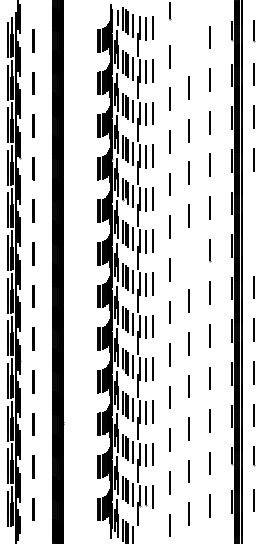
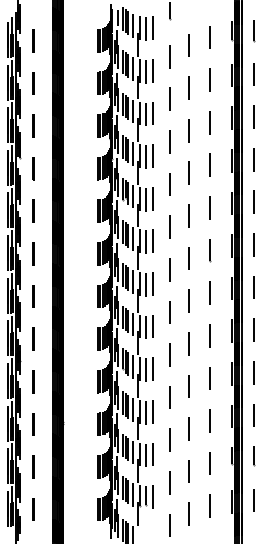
line at (188, 45): none -> present
line at (253, 201): none -> present
line at (253, 244): none -> present
line at (188, 258): none -> present
